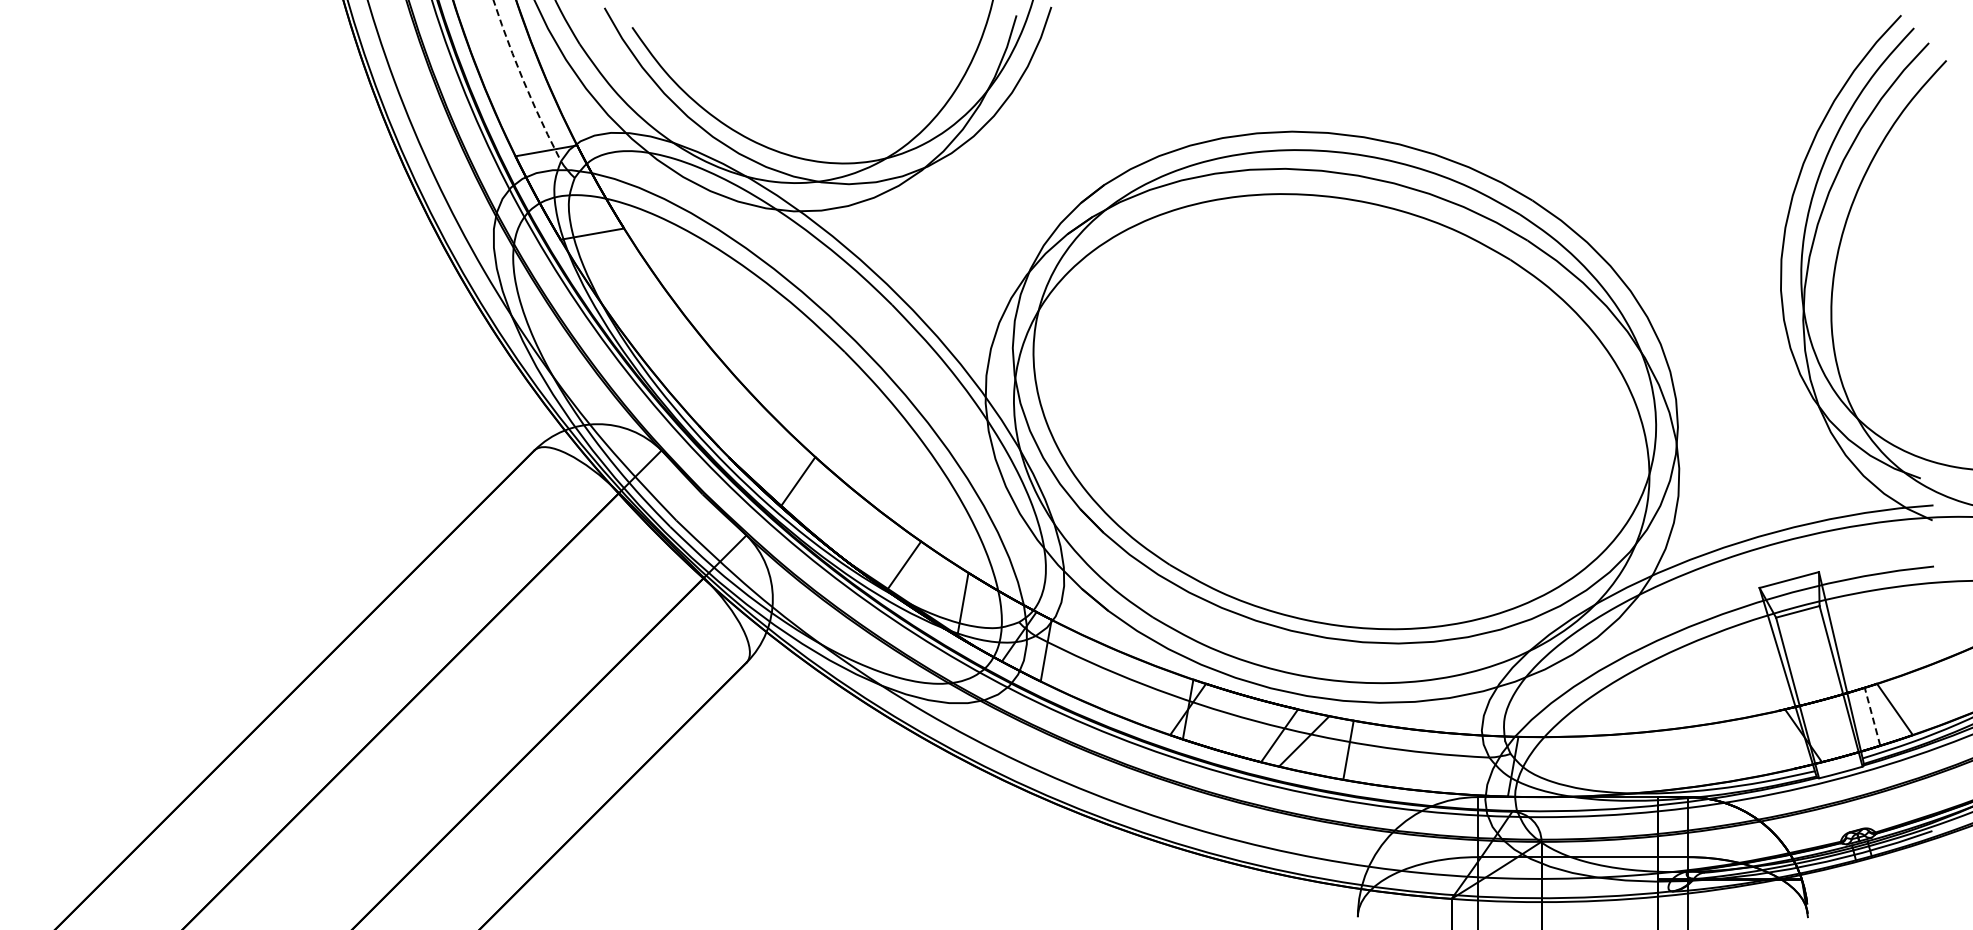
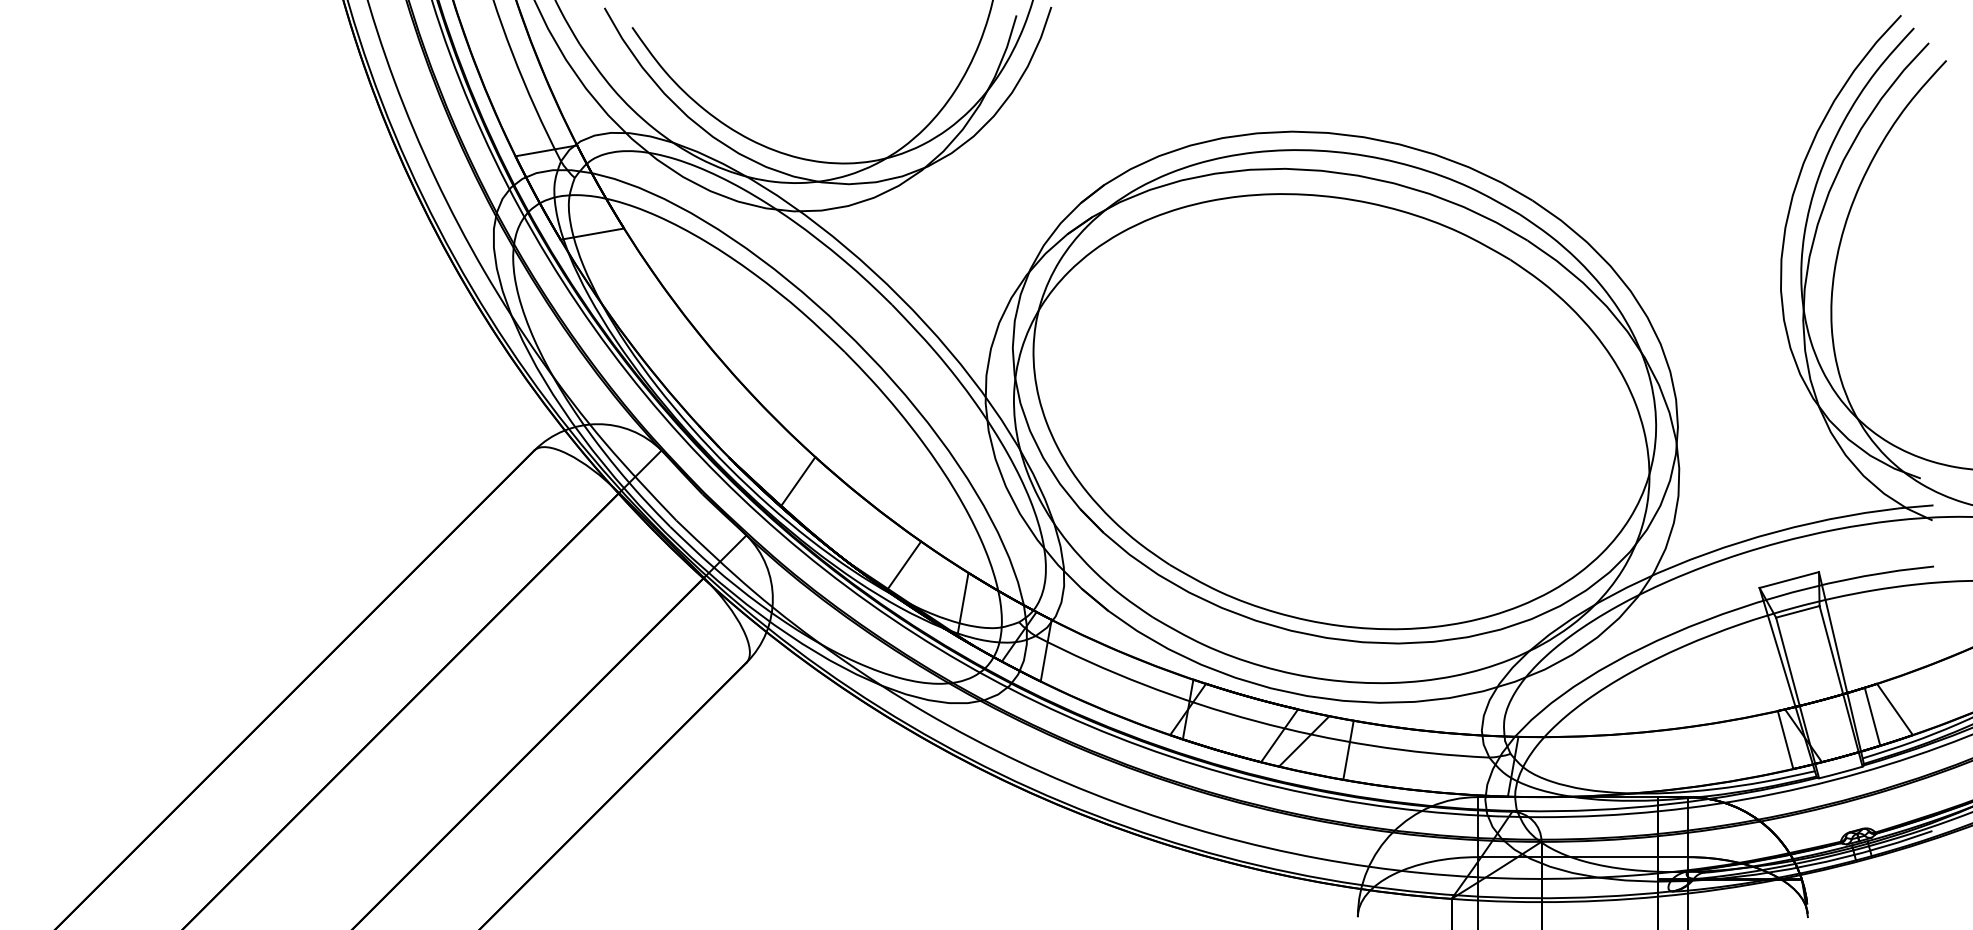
arc at (523, 81): dashed -> solid
line at (1872, 716): dashed -> solid
line at (1785, 740): none -> present
